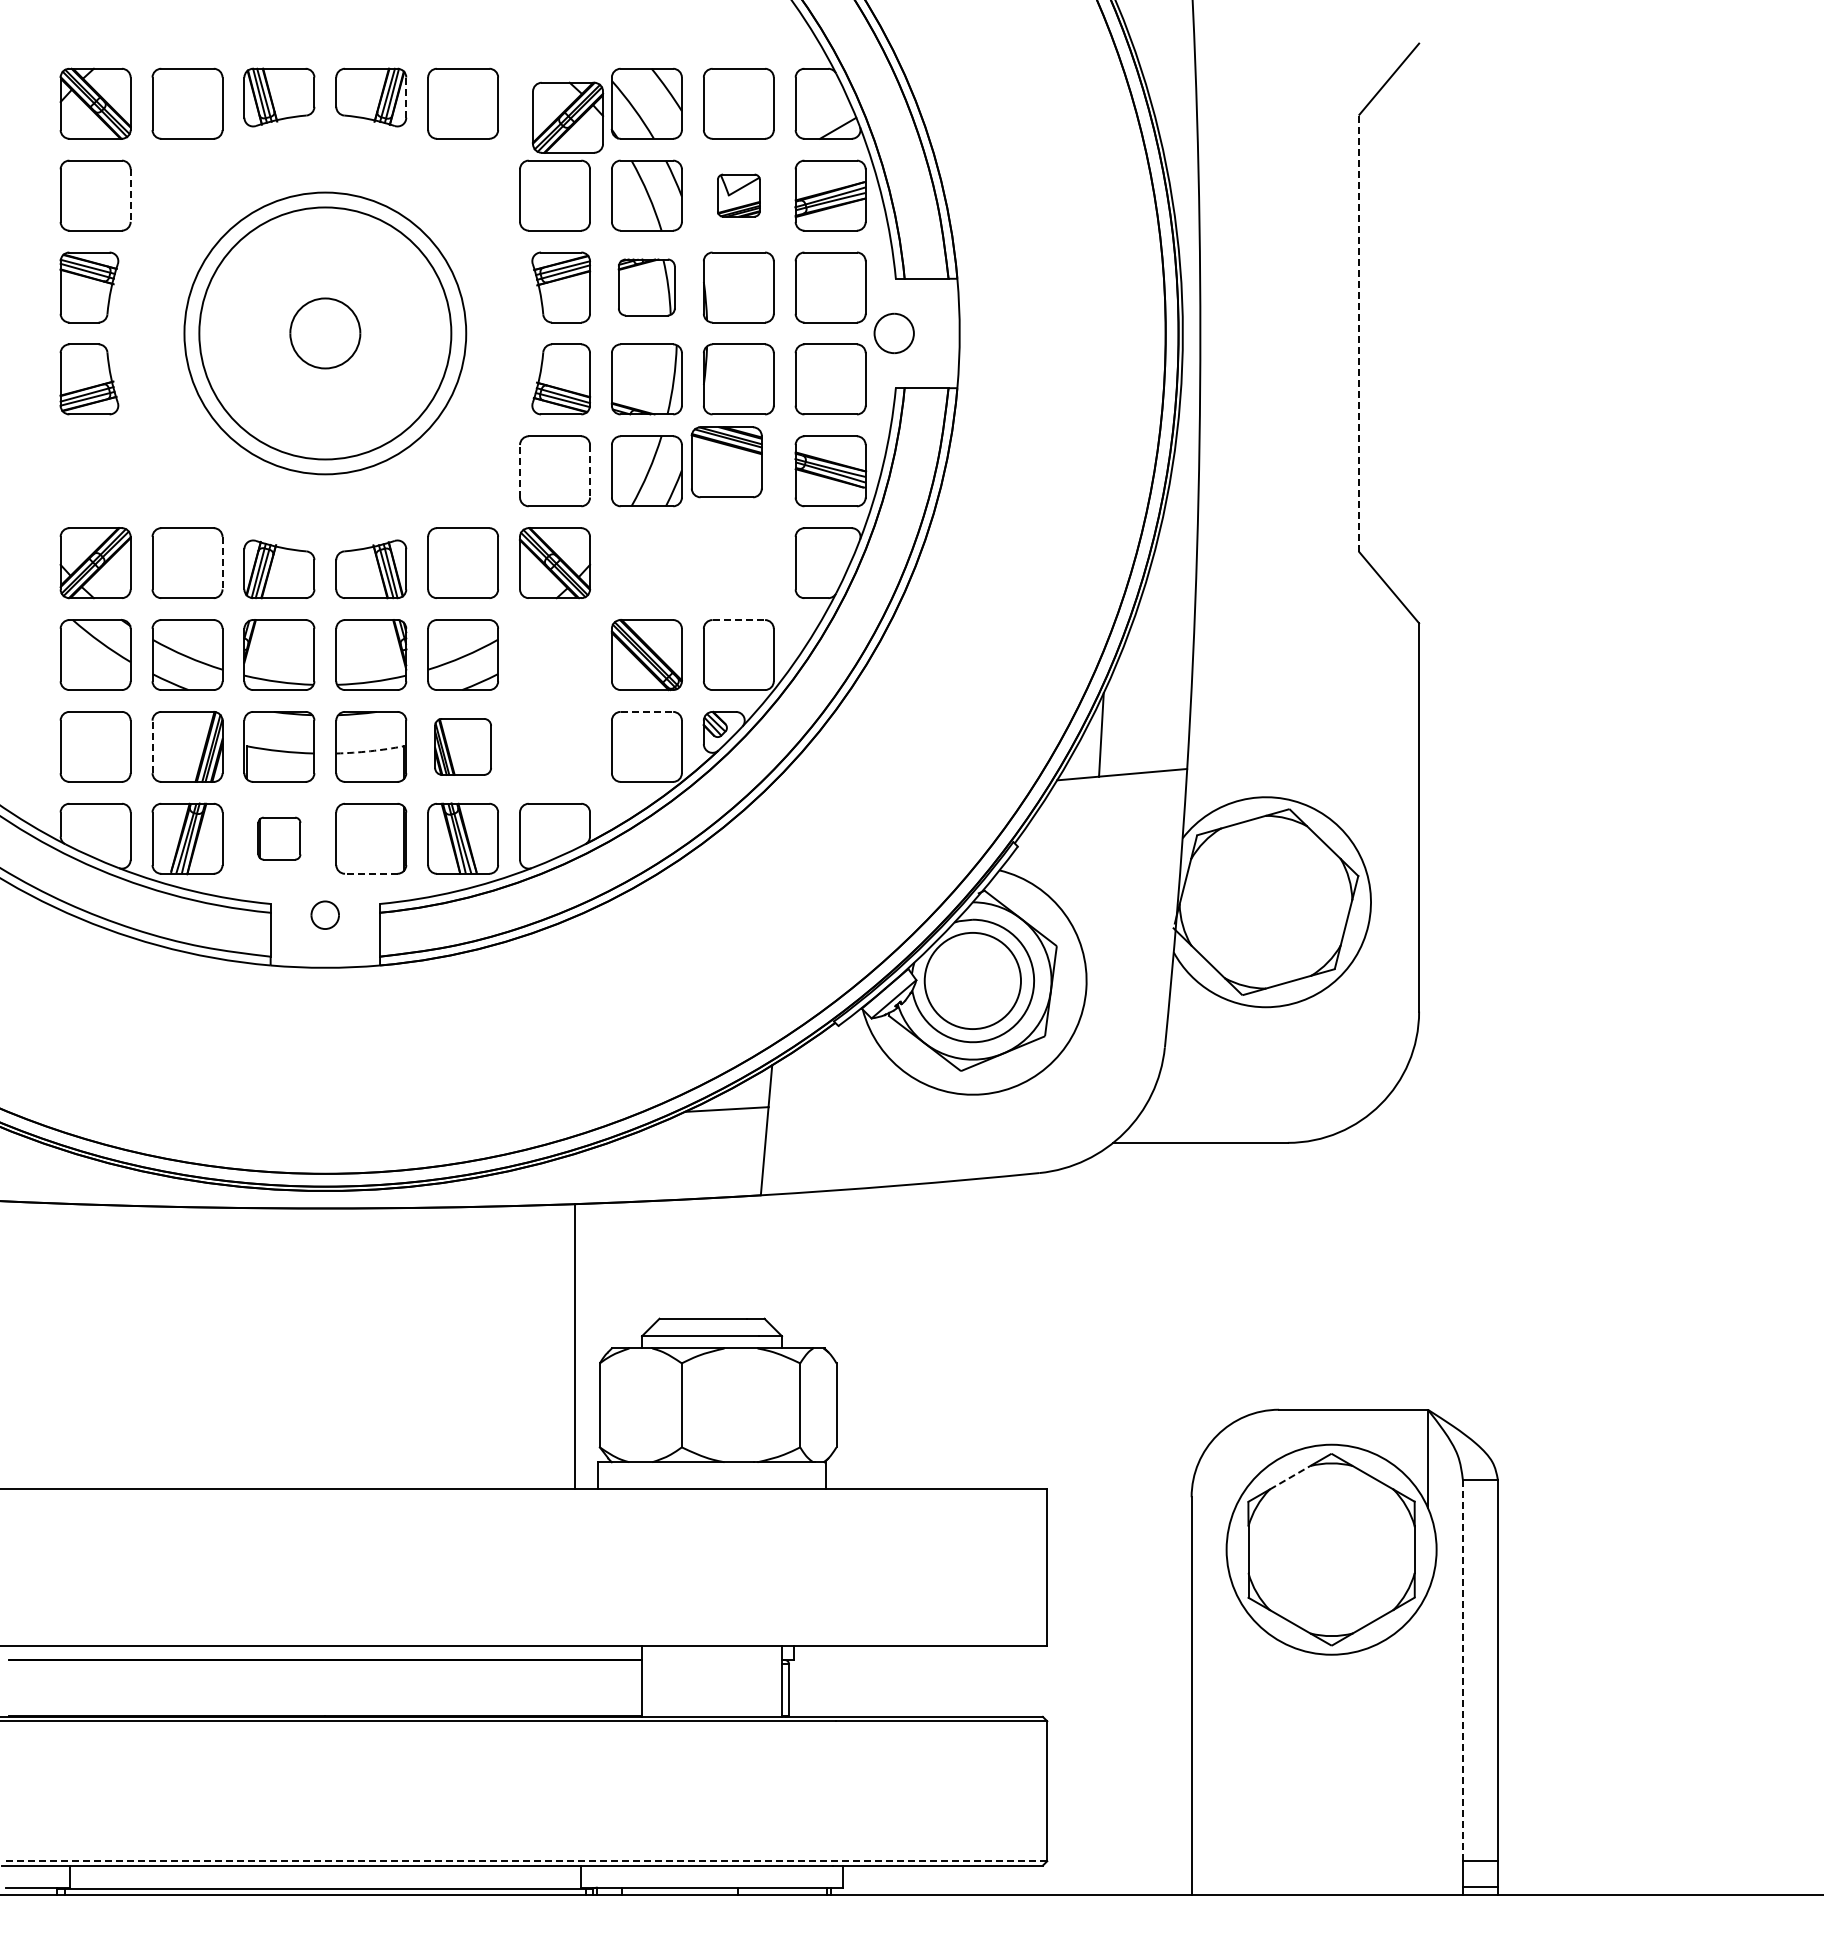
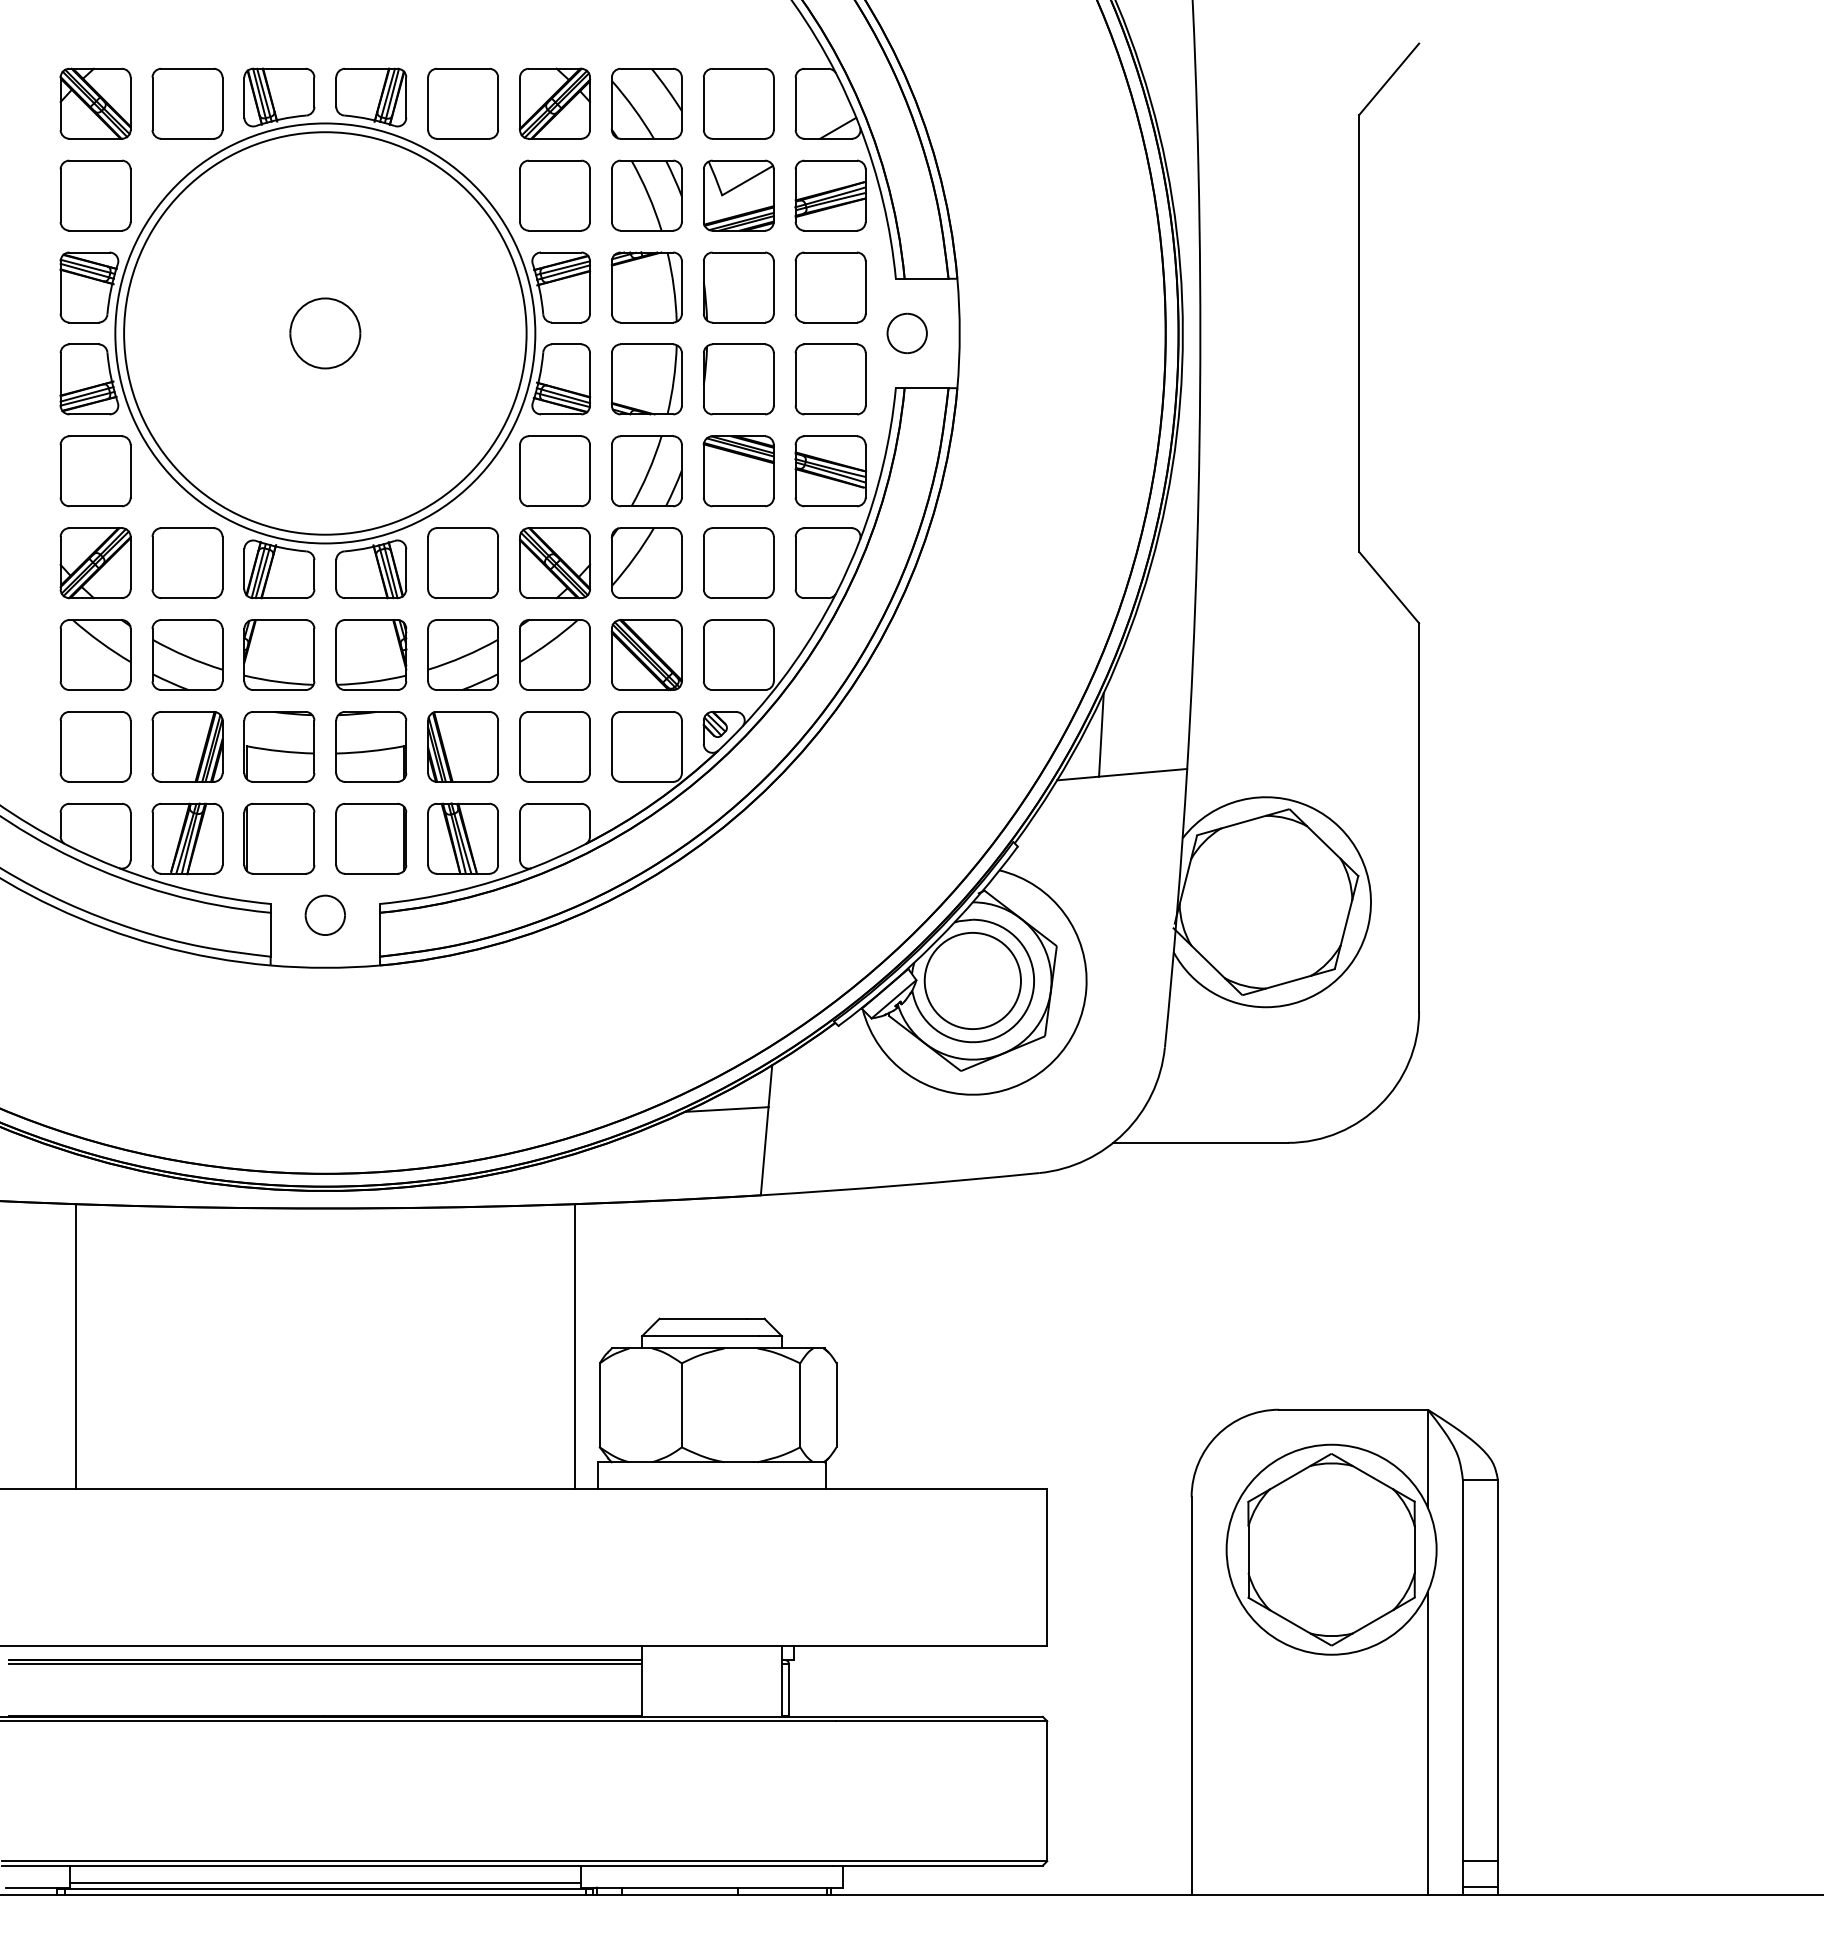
line at (406, 98): dashed -> solid
part at (568, 117) position: (568, 117) -> (555, 103)
part at (738, 195) size: 44x45 px -> 72x73 px
line at (130, 196): dashed -> solid
part at (646, 287) size: 59x59 px -> 73x73 px
part at (893, 332) position: (893, 332) -> (906, 332)
circle at (325, 333) diameter: 252 px -> 420 px
circle at (325, 333) diameter: 282 px -> 403 px
line at (1359, 333): dashed -> solid
part at (726, 462) position: (726, 462) -> (738, 471)
line at (520, 470): dashed -> solid
part at (95, 471): none -> present
line at (590, 471): dashed -> solid
part at (646, 562): none -> present
part at (738, 562): none -> present
line at (222, 563): dashed -> solid
line at (739, 620): dashed -> solid
part at (554, 654): none -> present
line at (647, 711): dashed -> solid
line at (152, 746): dashed -> solid
part at (462, 746) size: 58x58 px -> 72x72 px
part at (554, 746): none -> present
arc at (370, 751): dashed -> solid
part at (279, 838) size: 45x45 px -> 73x73 px
line at (370, 873): dashed -> solid
part at (324, 914) size: 30x30 px -> 42x42 px
line at (75, 1346): none -> present
line at (1290, 1477): dashed -> solid
line at (325, 1664): none -> present
line at (1462, 1670): dashed -> solid
line at (1427, 1743): none -> present
line at (524, 1861): dashed -> solid
line at (324, 1883): none -> present
